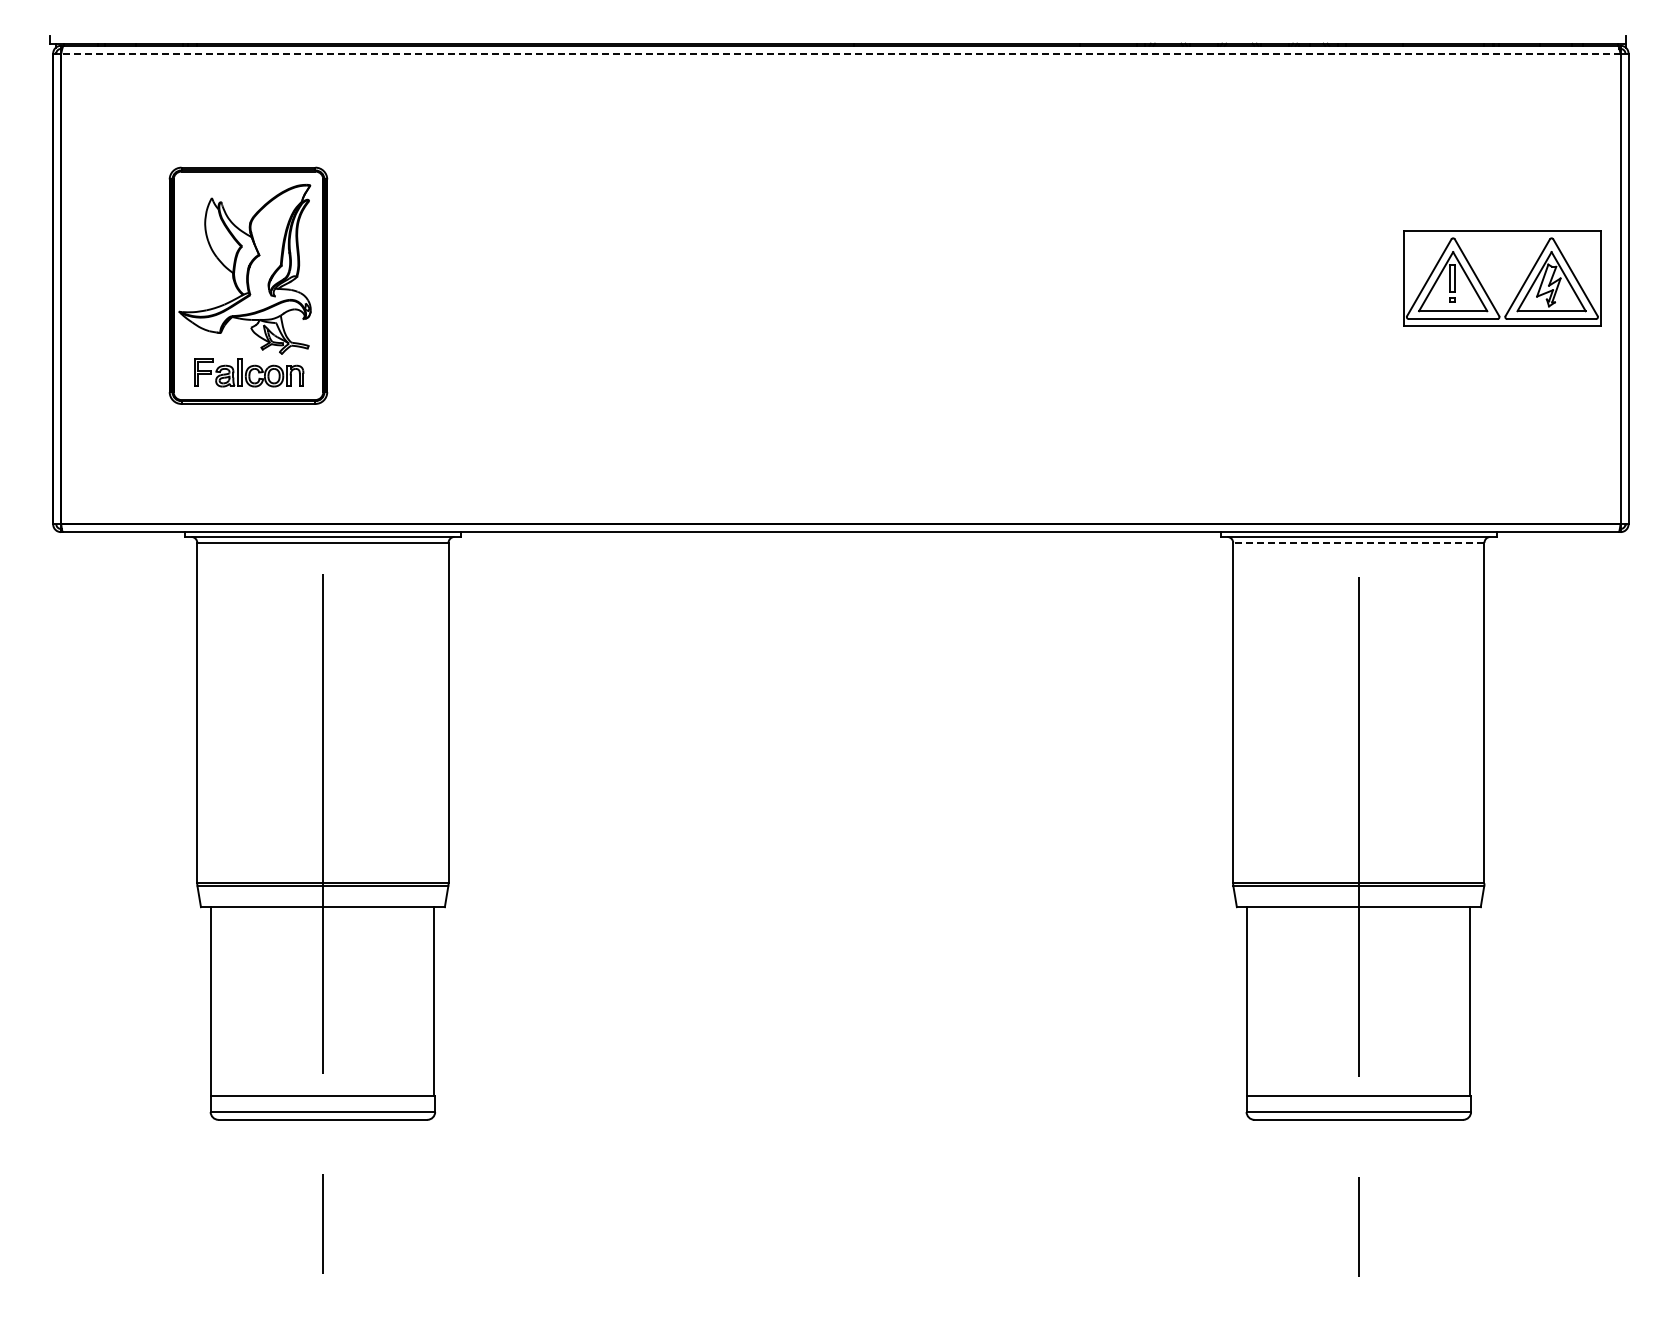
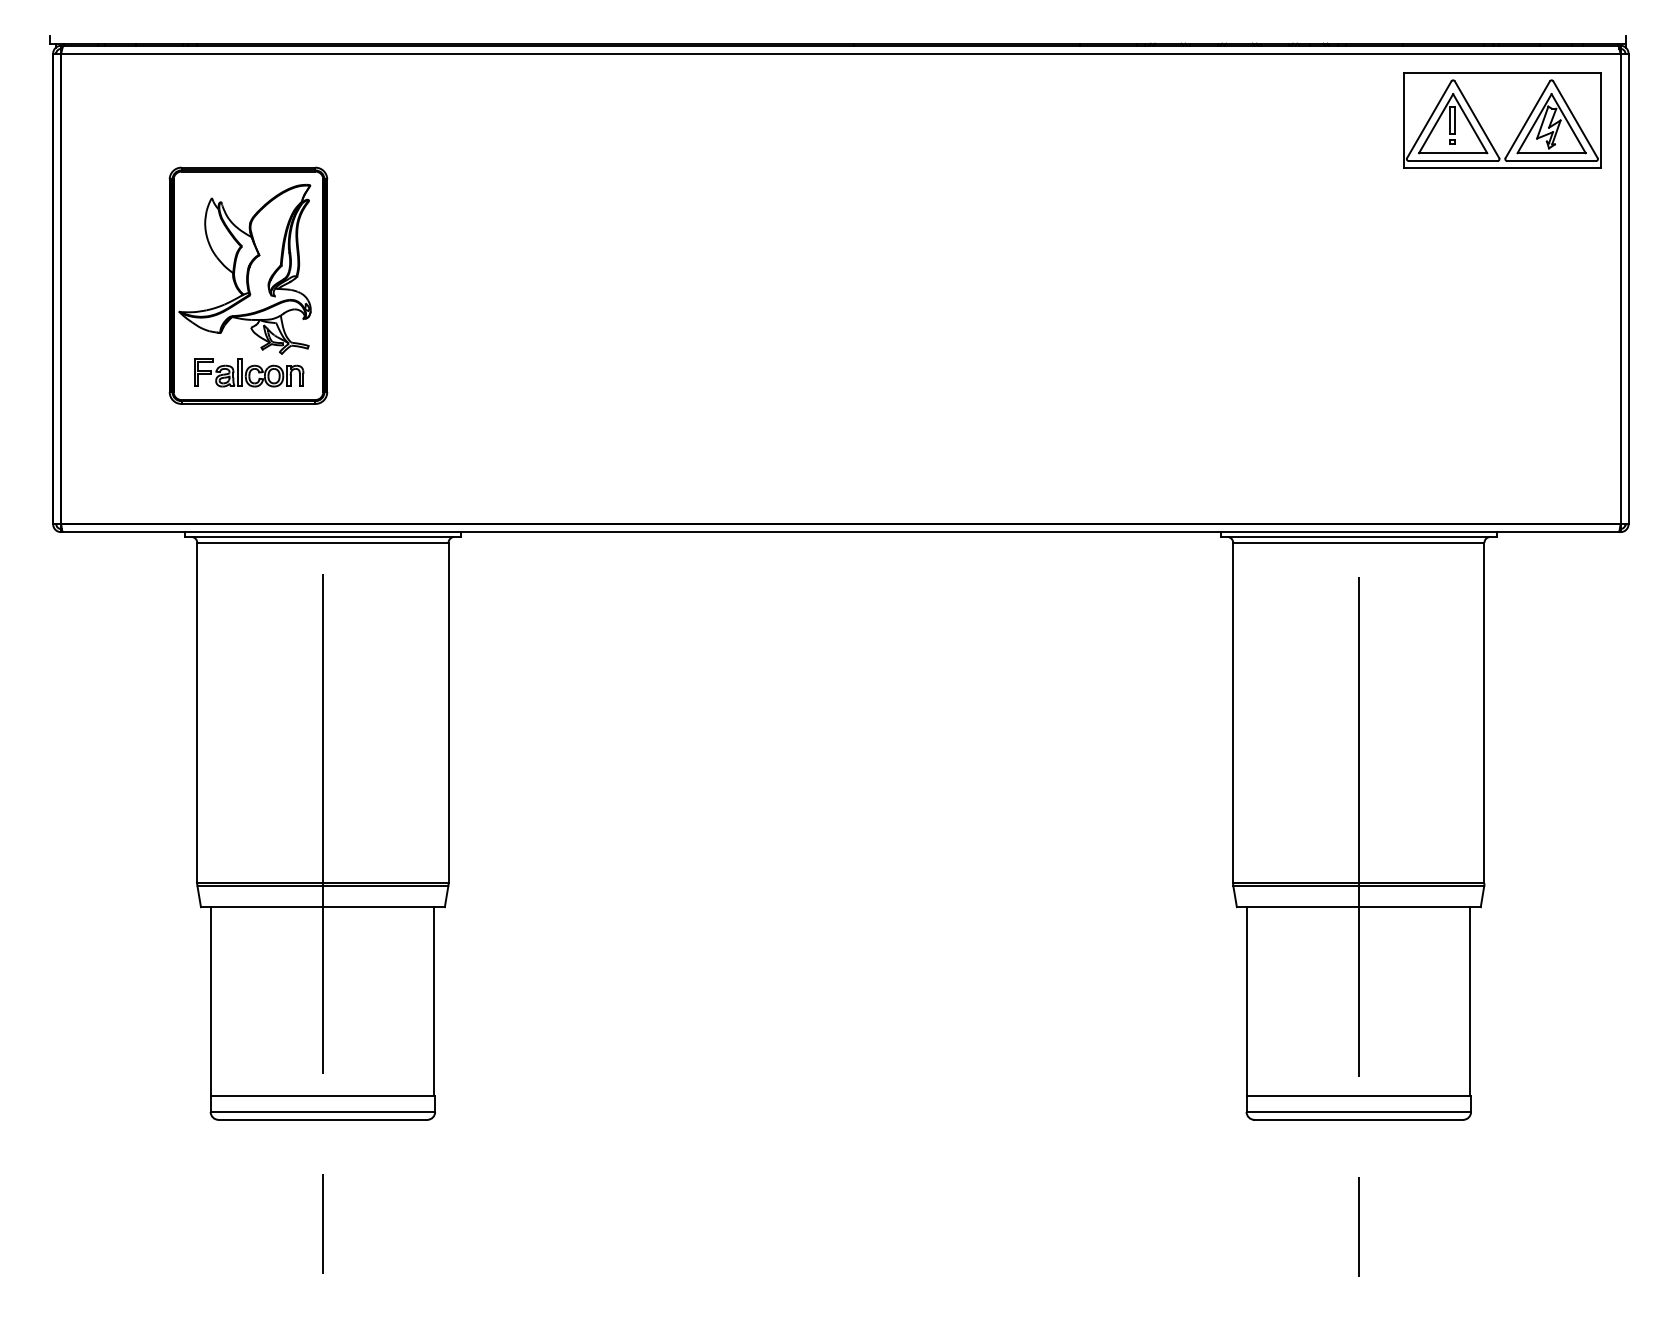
line at (840, 53): dashed -> solid
part at (1502, 278) position: (1502, 278) -> (1502, 120)
line at (1358, 542): dashed -> solid
